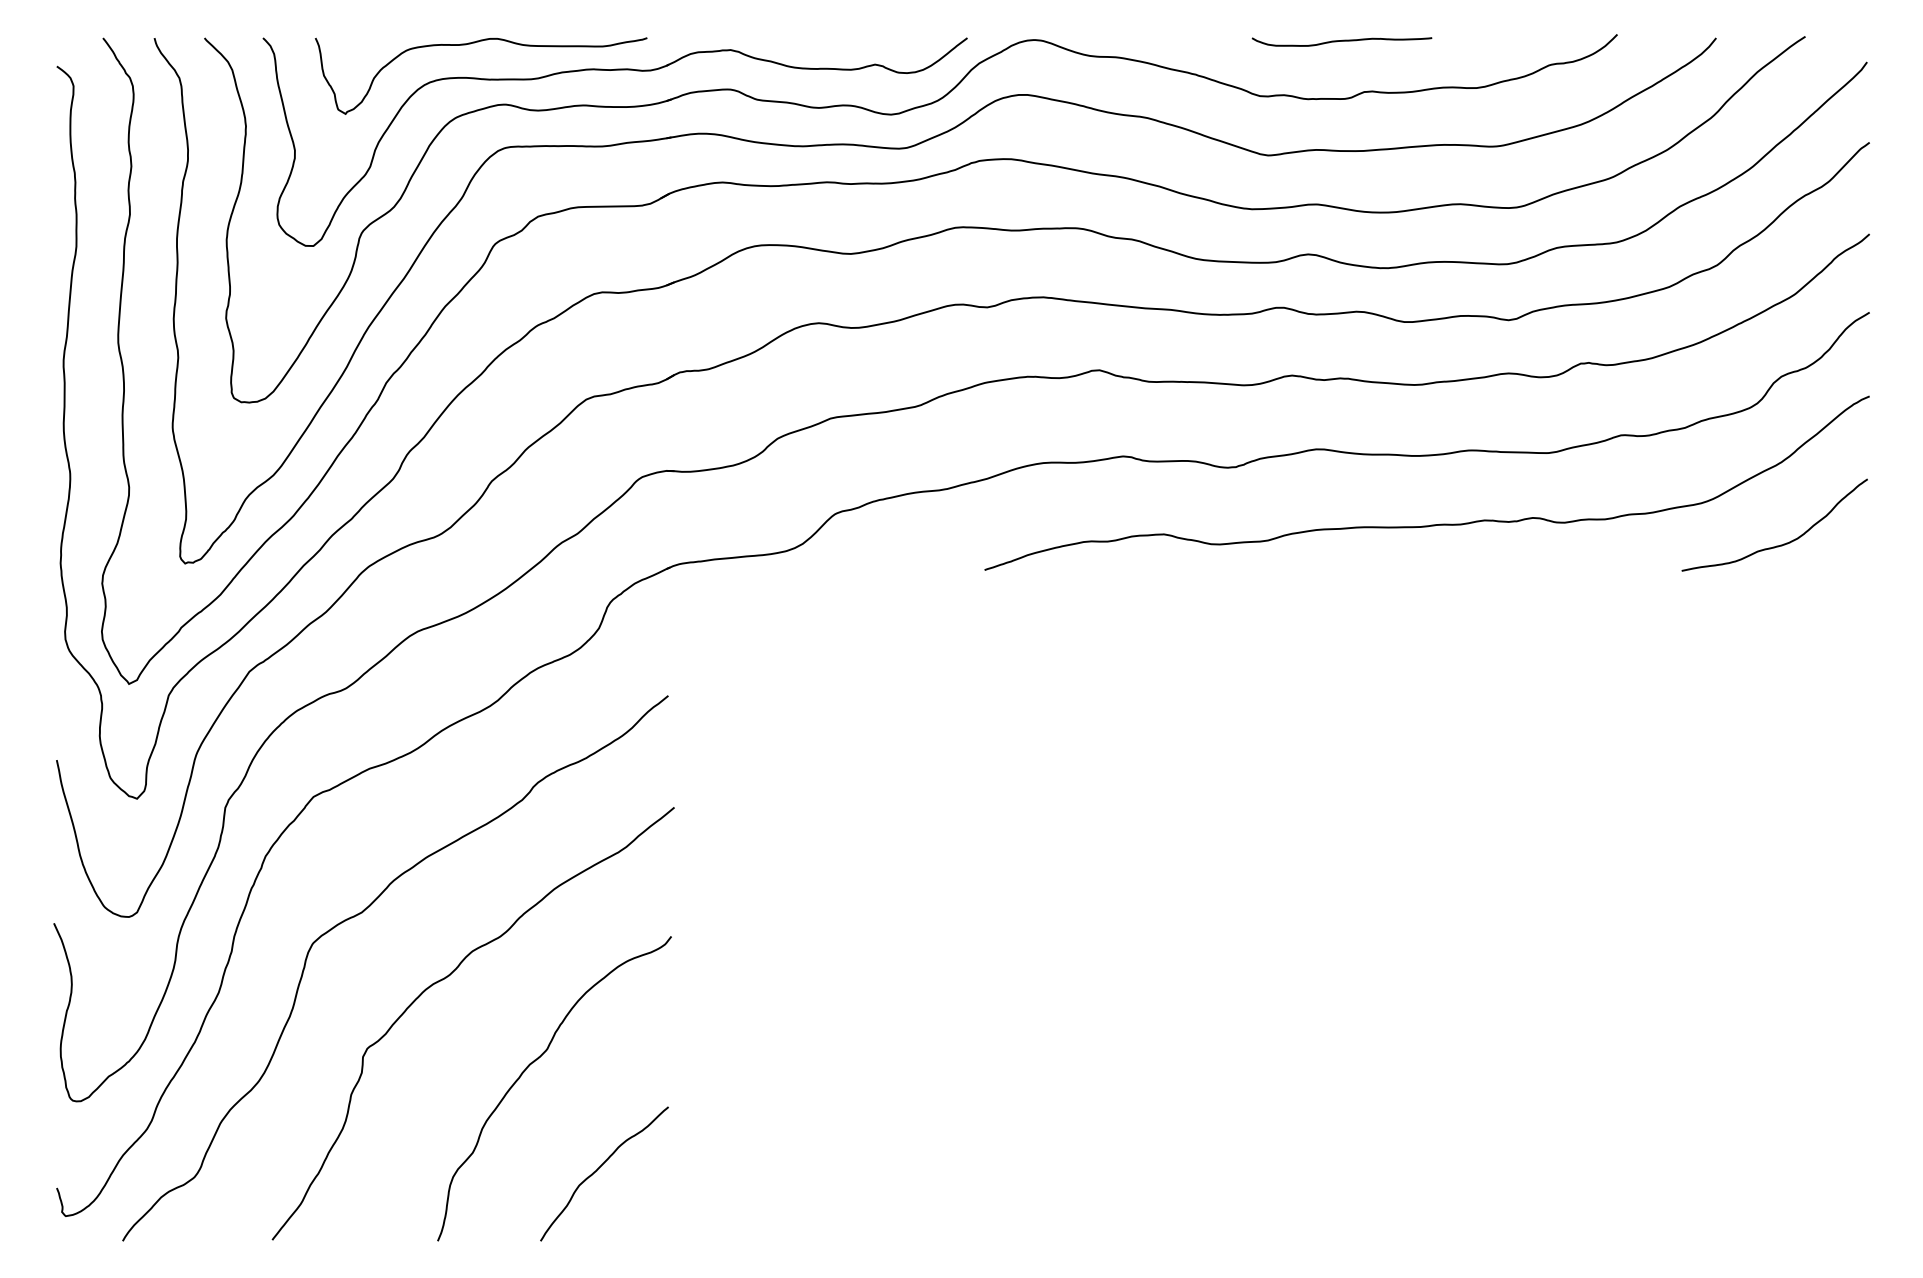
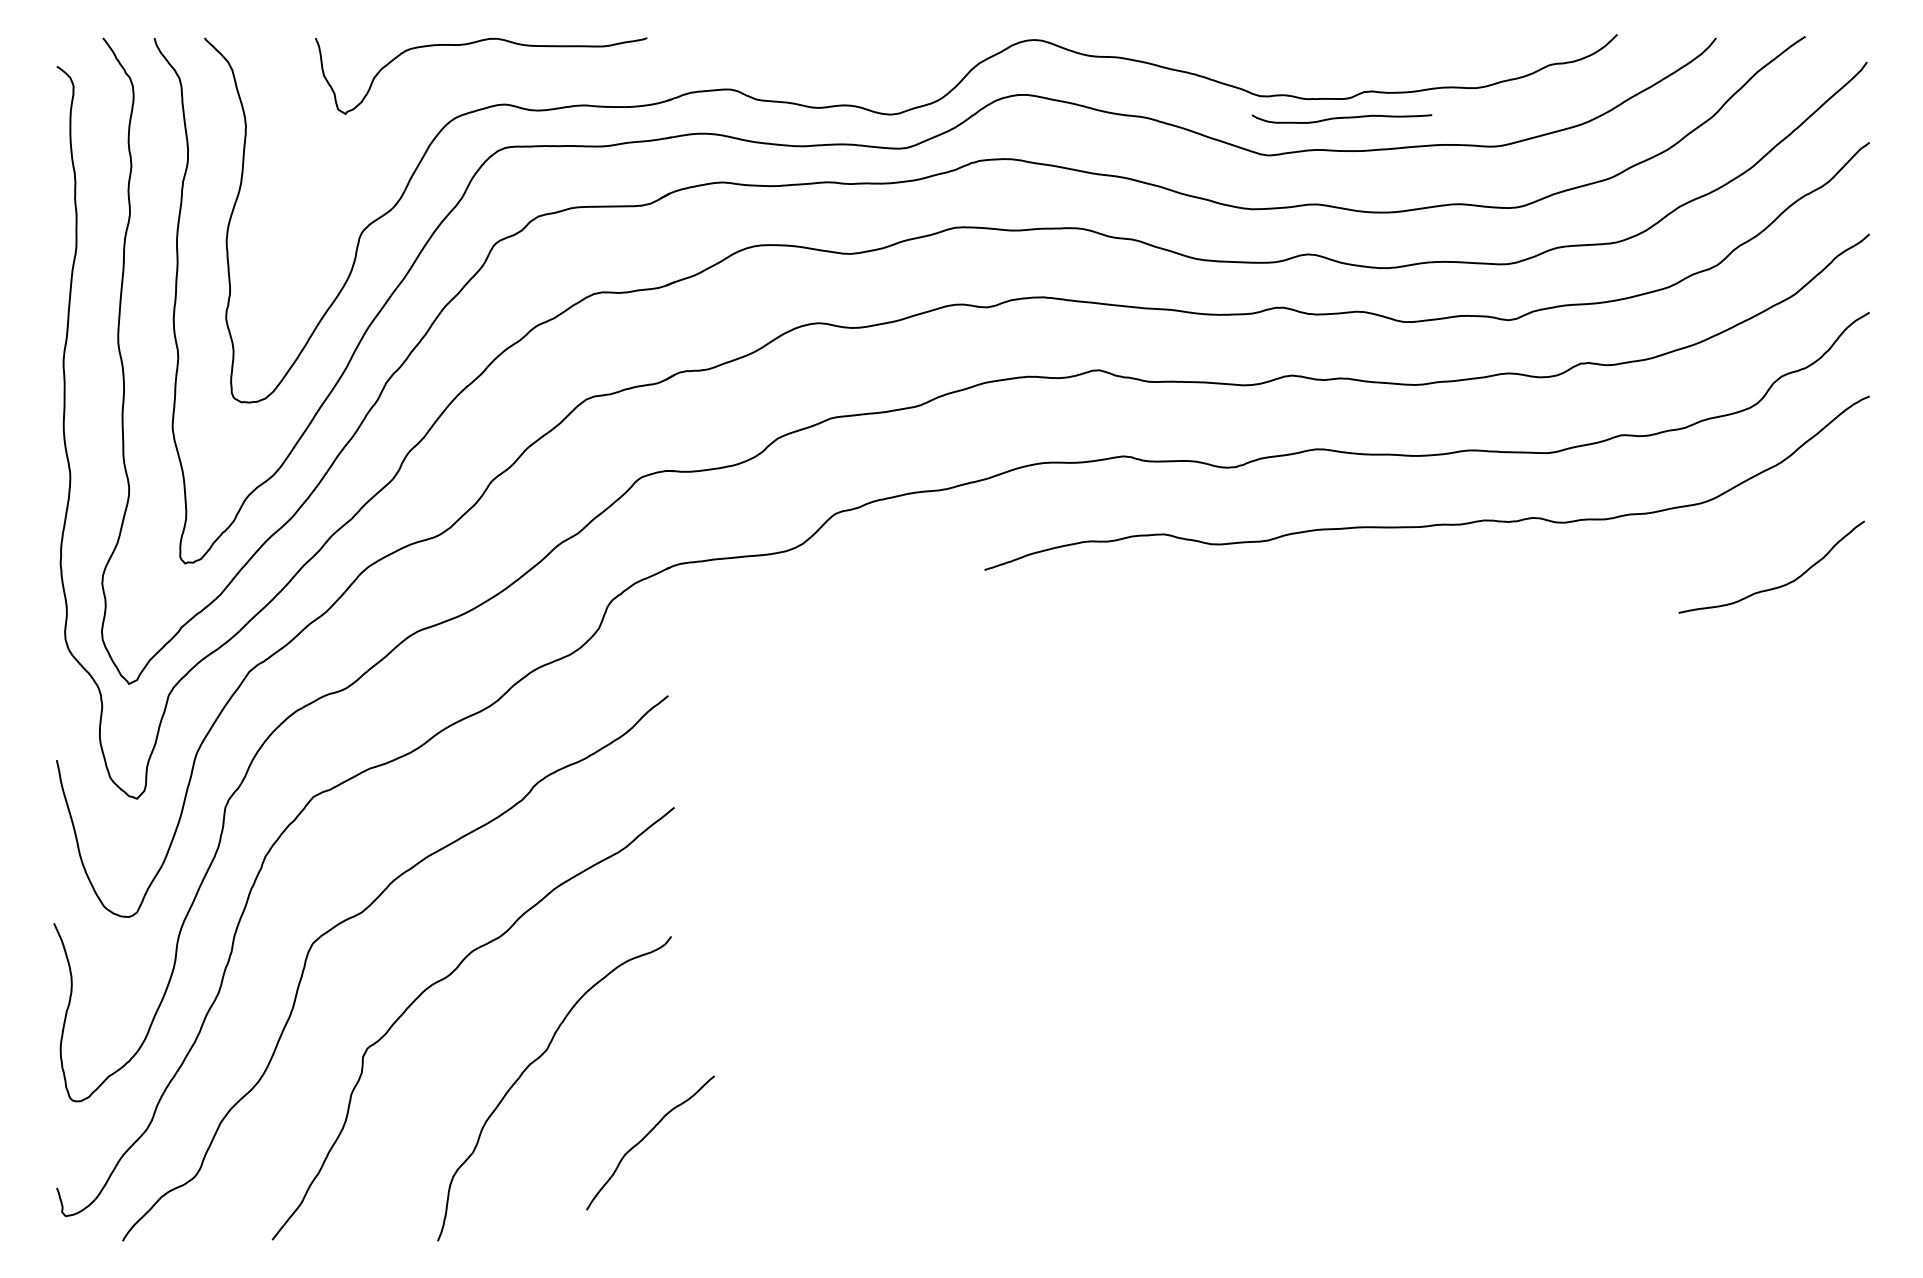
curve at (1341, 41) position: (1341, 41) -> (1341, 118)
part at (614, 70): present -> none
curve at (1780, 544) position: (1780, 544) -> (1777, 586)
curve at (599, 1168) position: (599, 1168) -> (645, 1137)
